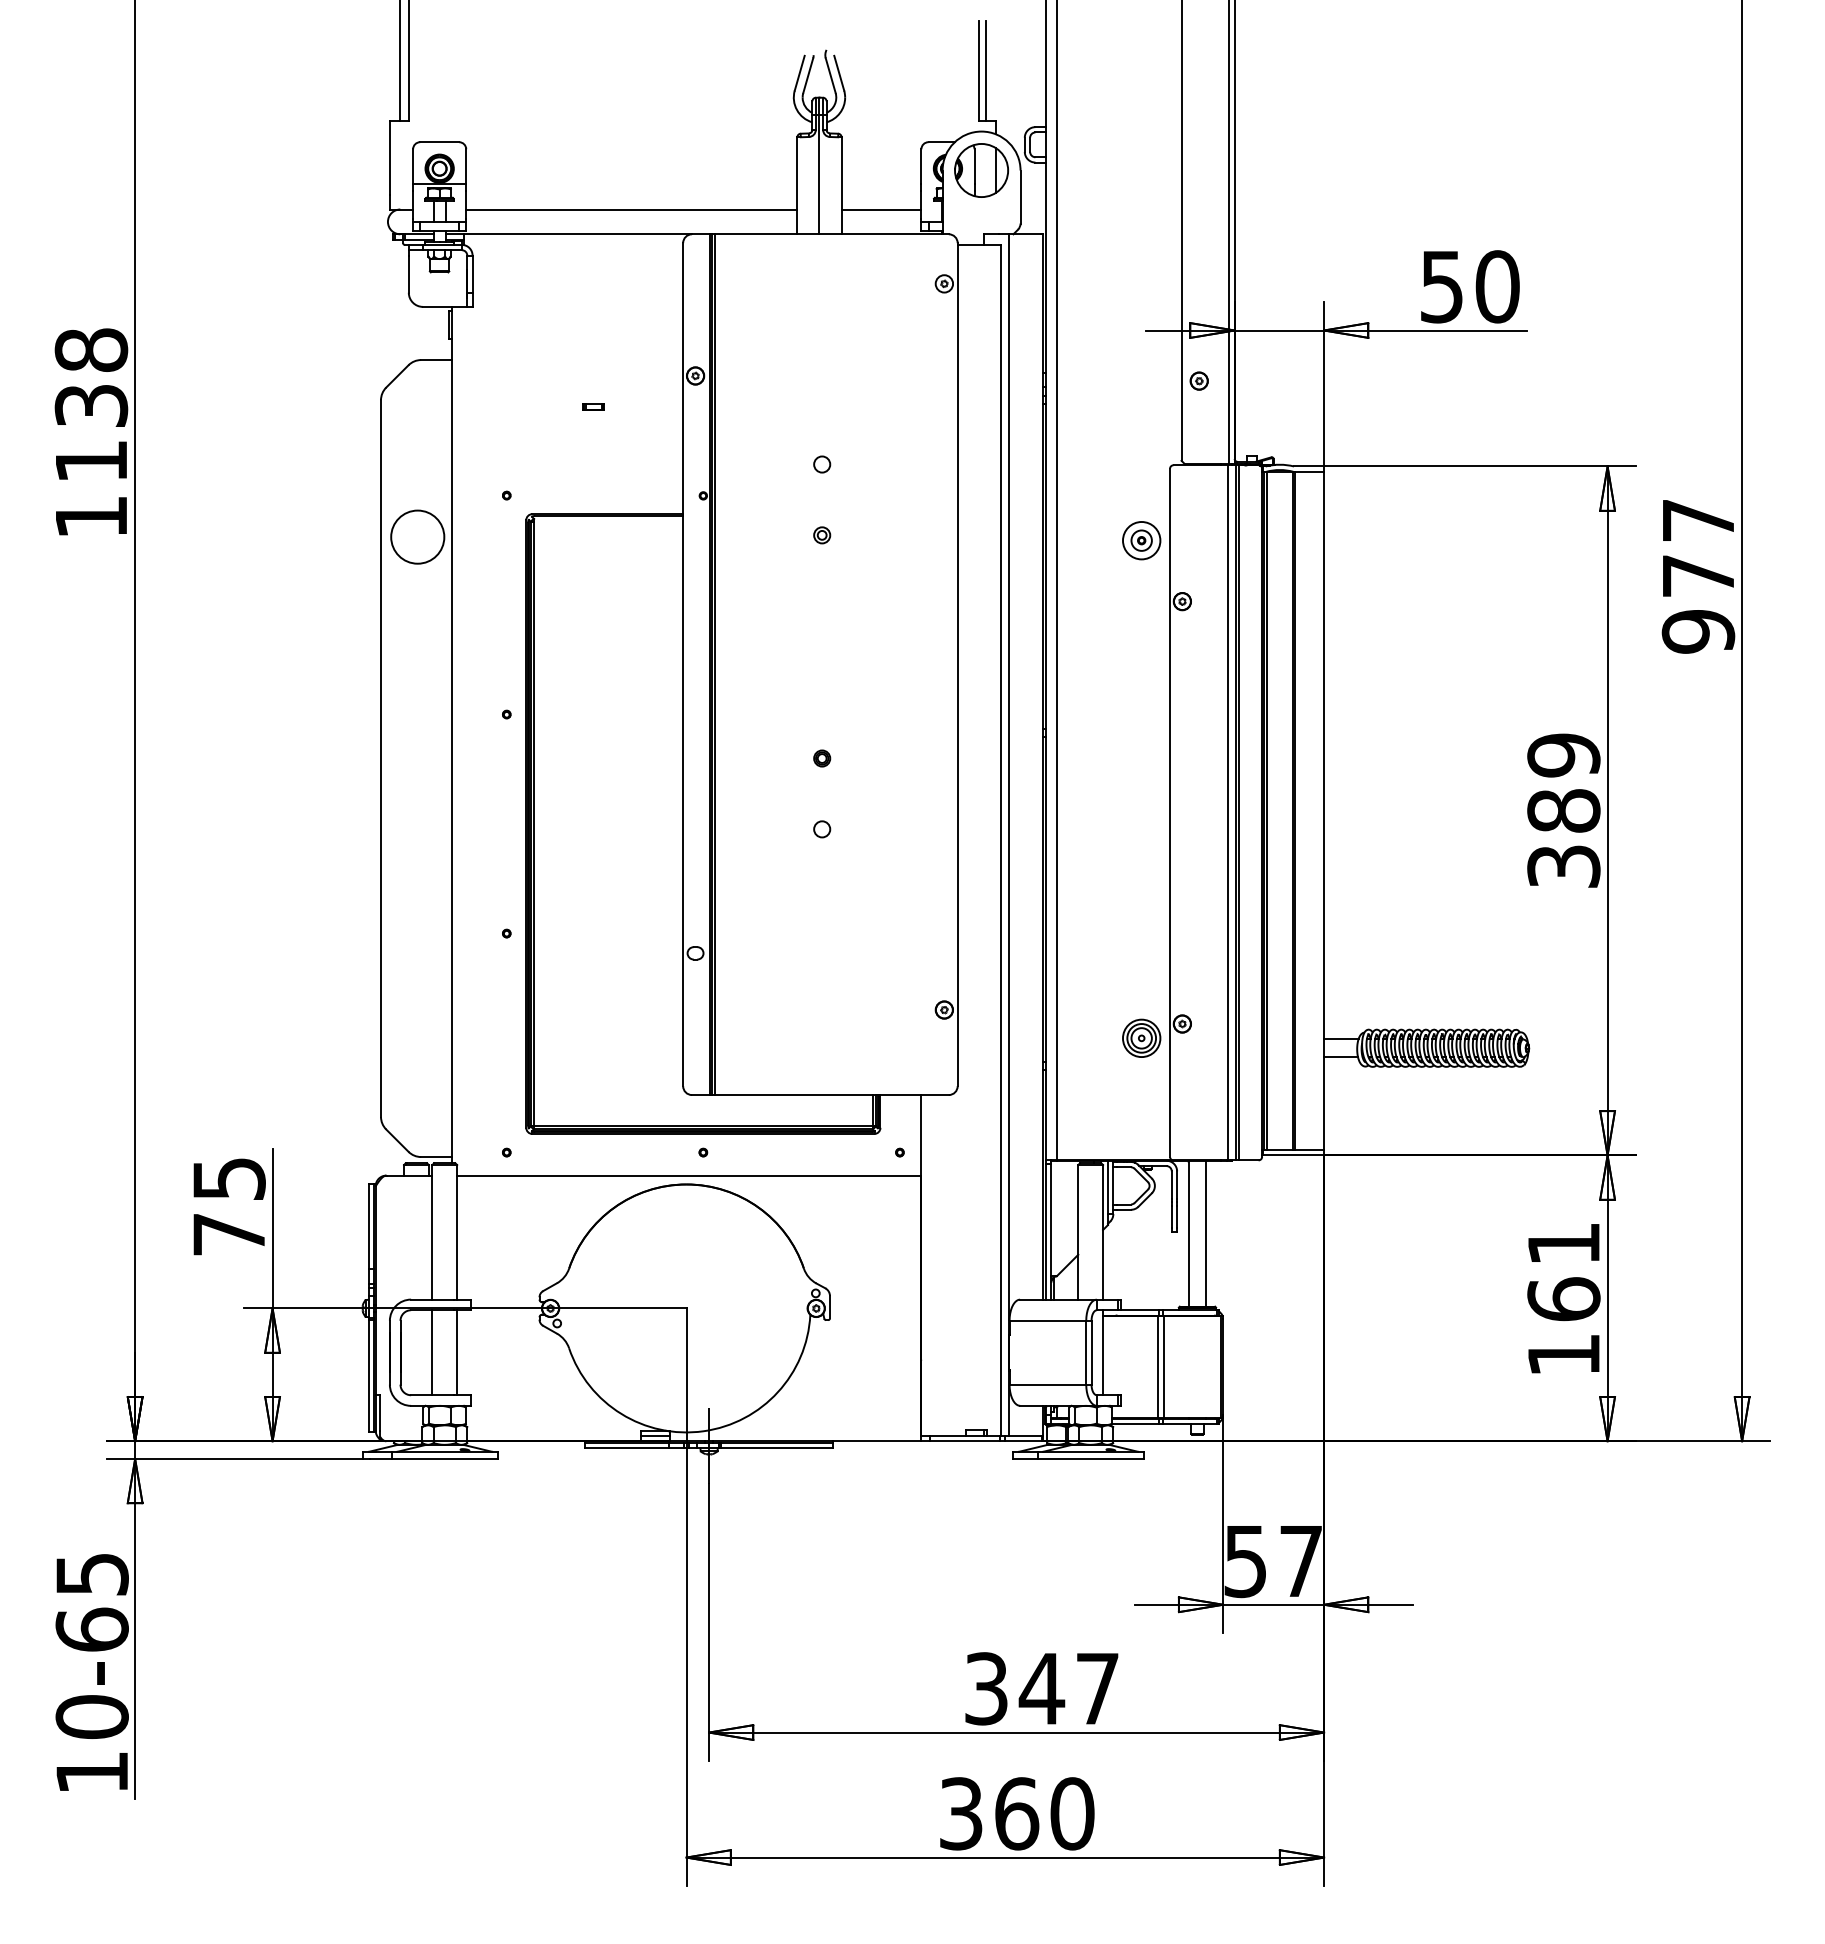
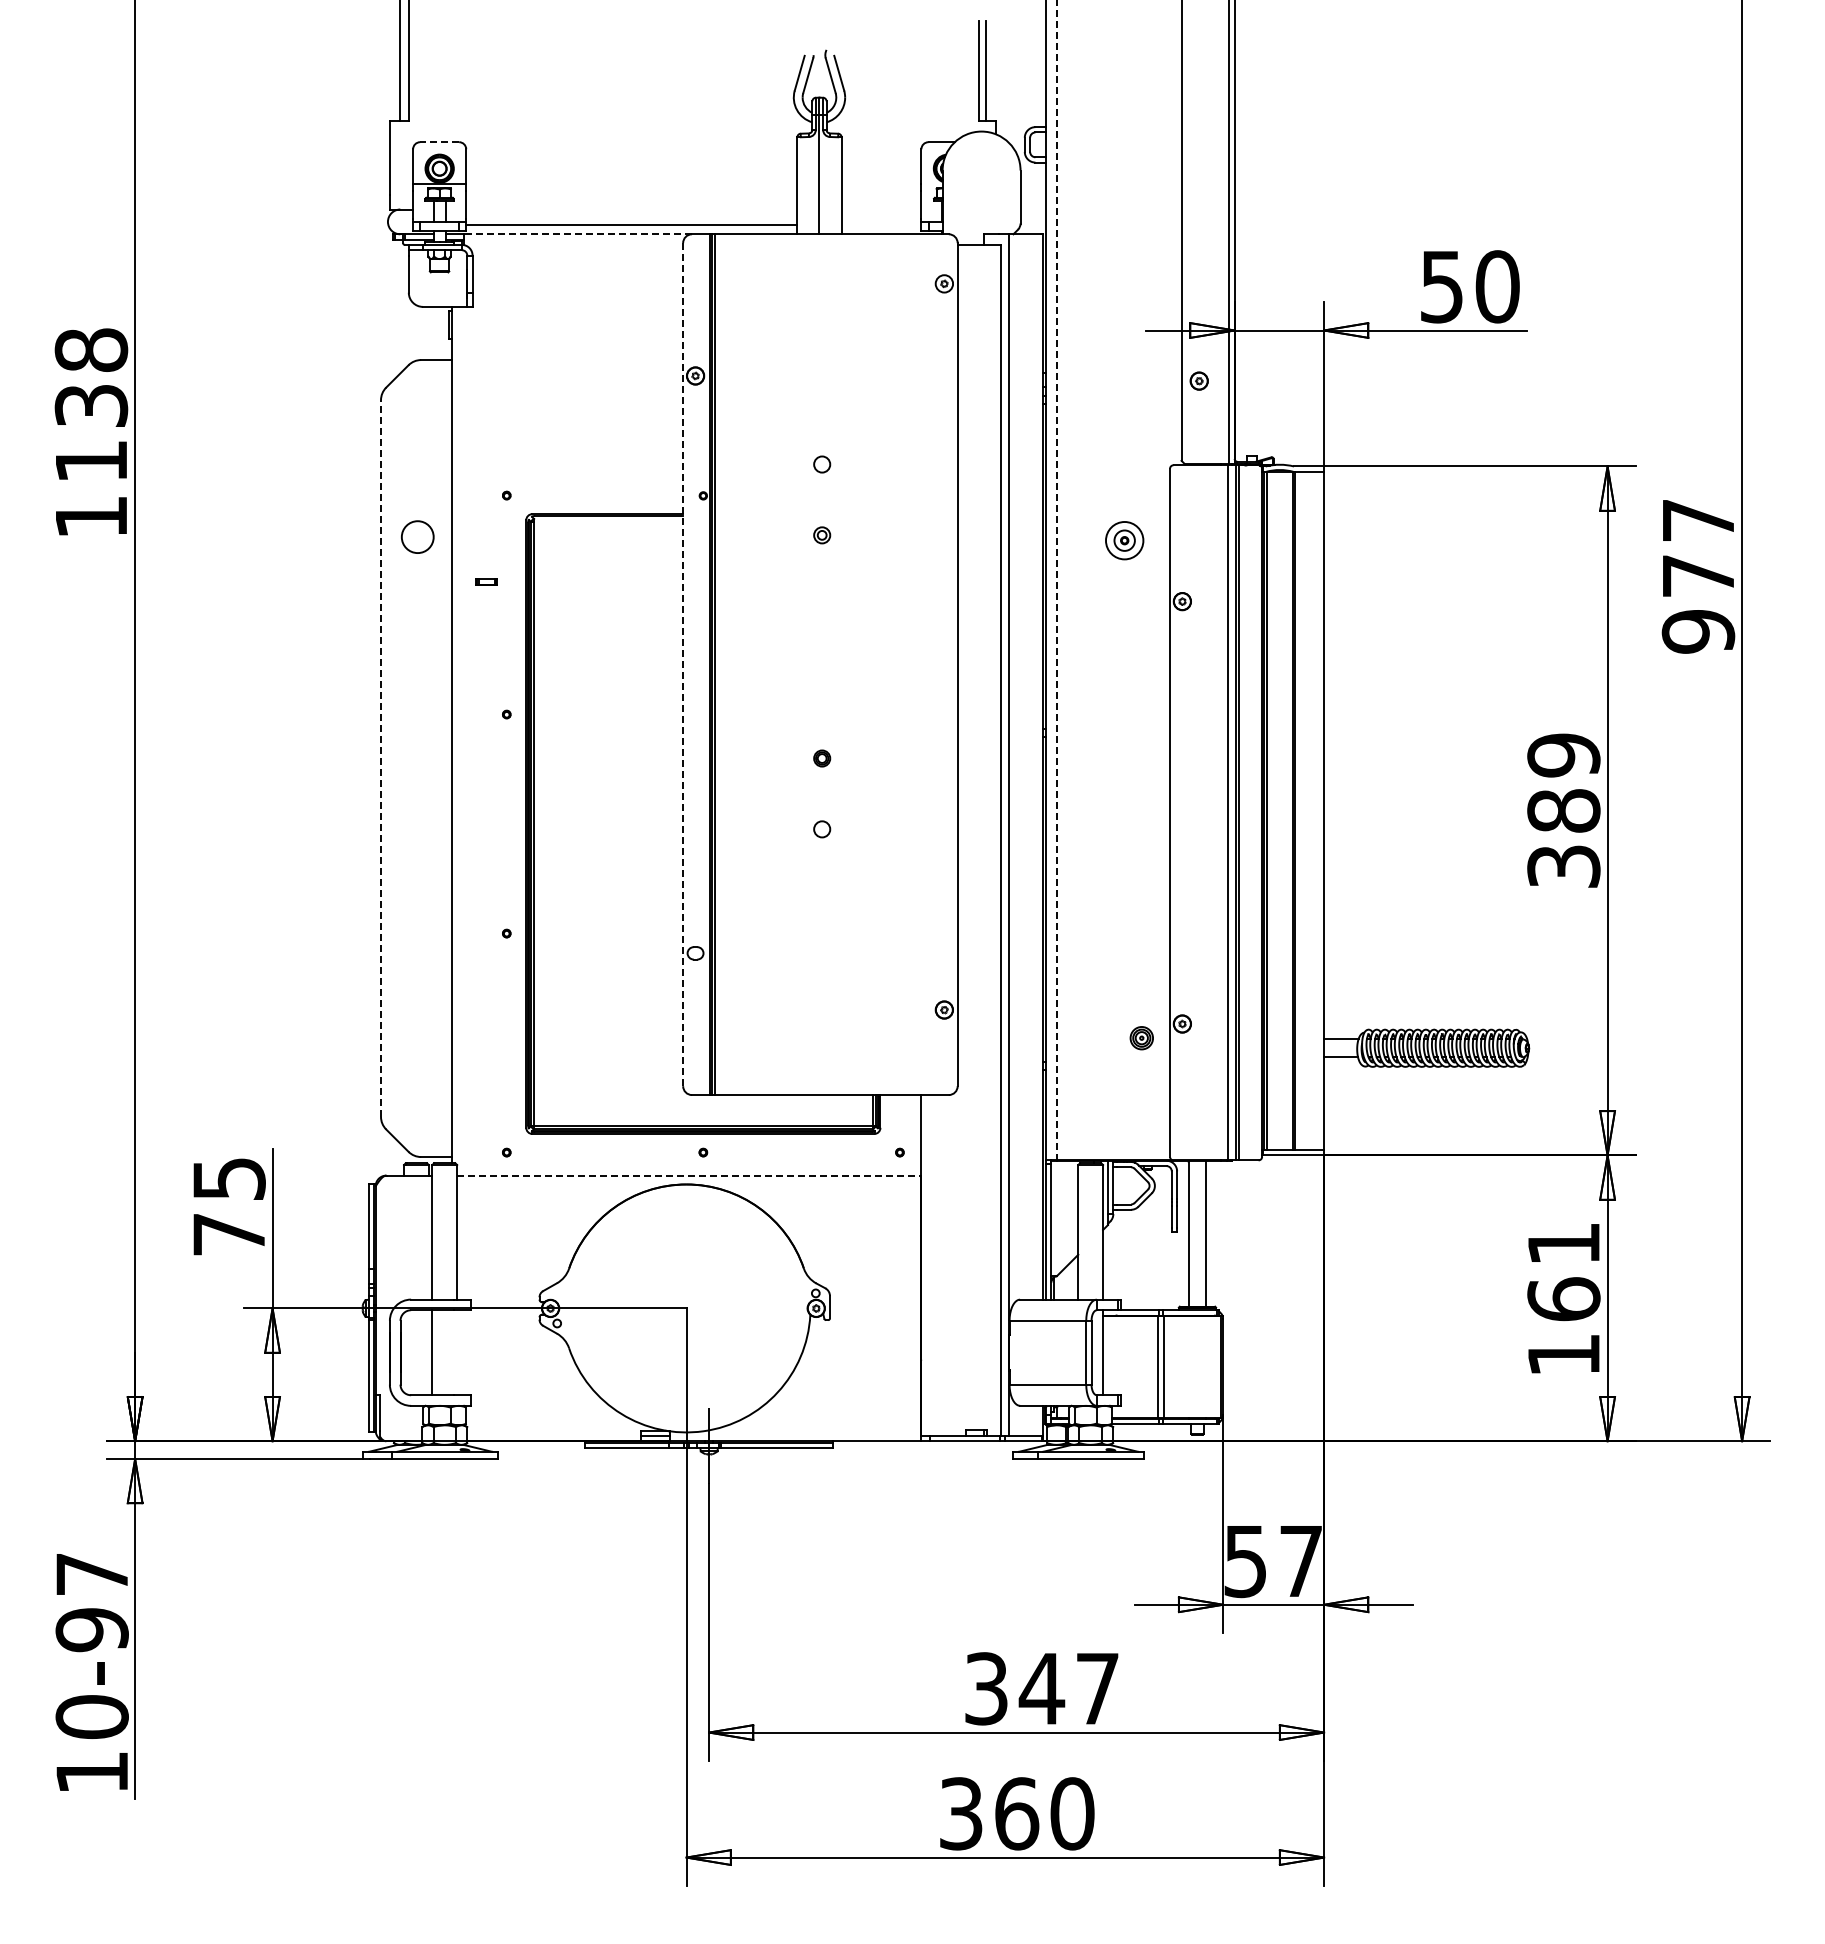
line at (439, 142): solid -> dashed
part at (981, 170): present -> none
line at (631, 209) position: (631, 209) -> (631, 224)
line at (881, 209): present -> none
line at (578, 234): solid -> dashed
part at (593, 406) position: (593, 406) -> (486, 581)
circle at (417, 536) diameter: 53 px -> 32 px
part at (1141, 540) position: (1141, 540) -> (1124, 540)
line at (1056, 580): solid -> dashed
line at (683, 664): solid -> dashed
line at (381, 758): solid -> dashed
part at (1141, 1037) size: 40x40 px -> 25x25 px
line at (689, 1175): solid -> dashed
line at (457, 1352): present -> none
text at (91, 1603): 10-65 -> 10-97
